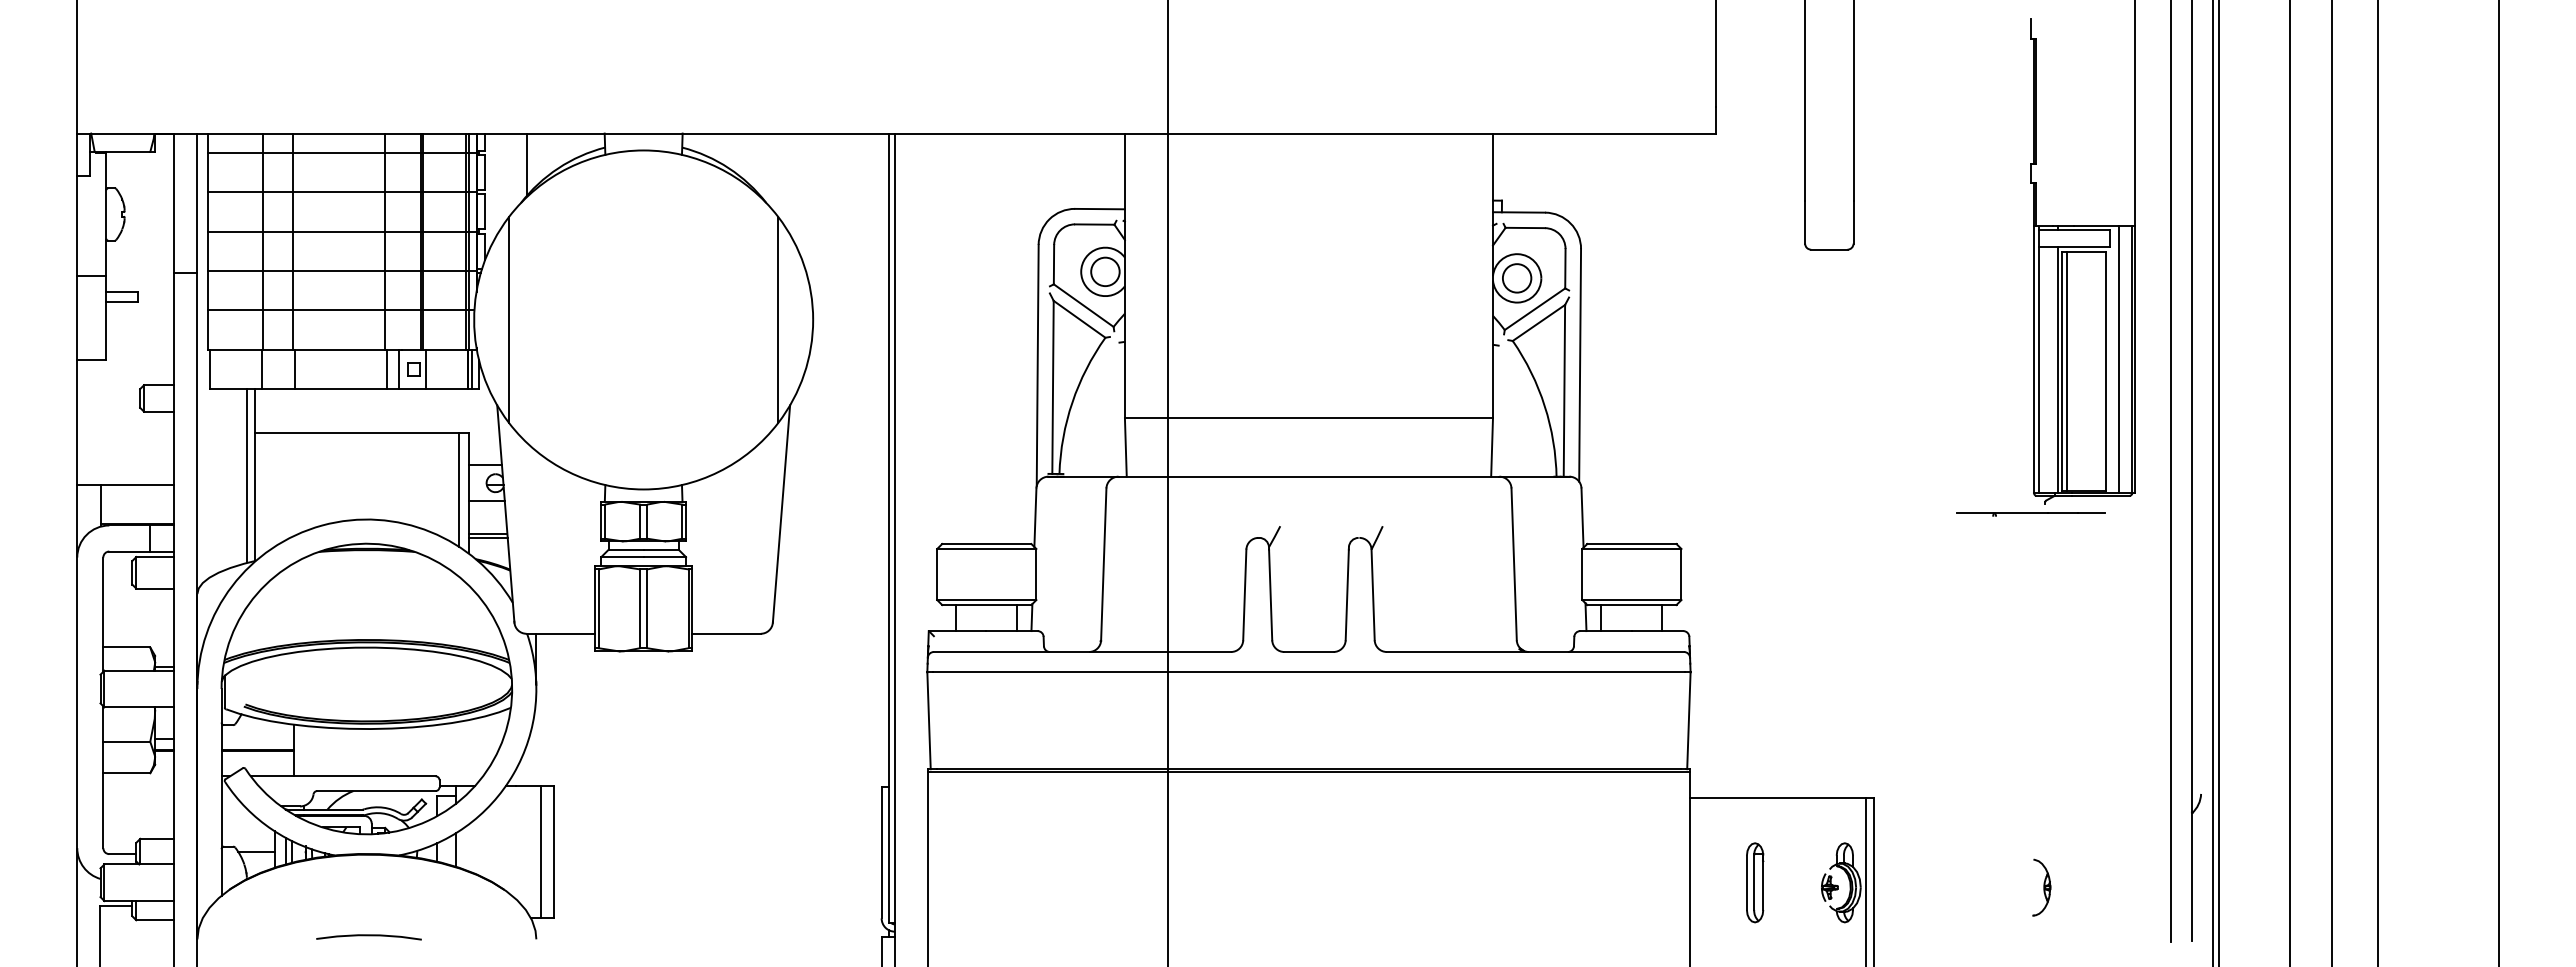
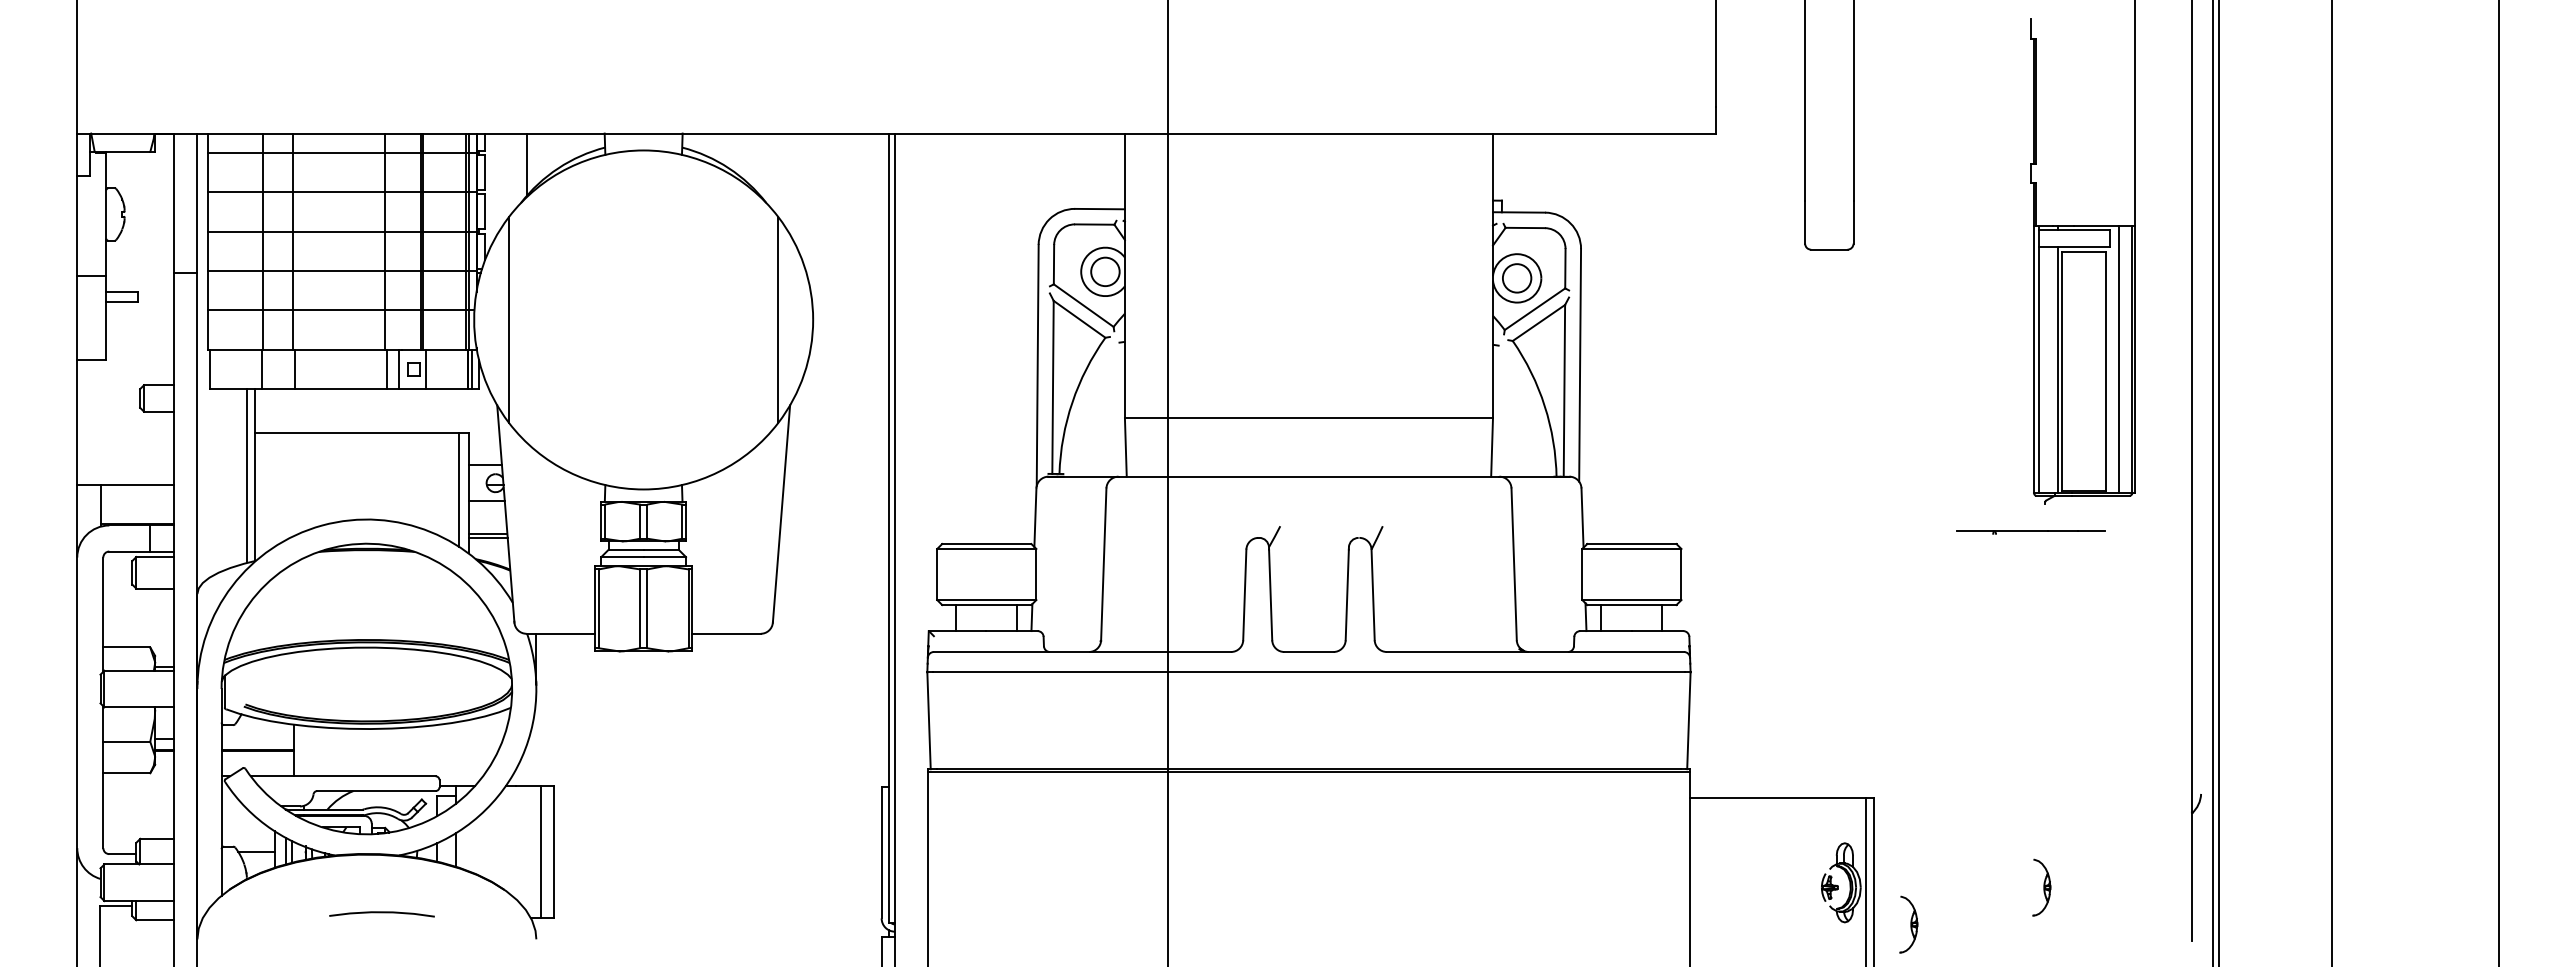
line at (2067, 371): present -> none
line at (2171, 471): present -> none
line at (2289, 482): present -> none
line at (2377, 482): present -> none
part at (2030, 514) position: (2030, 514) -> (2030, 532)
part at (1755, 882): present -> none
part at (1908, 924): none -> present
curve at (368, 936) position: (368, 936) -> (381, 913)
